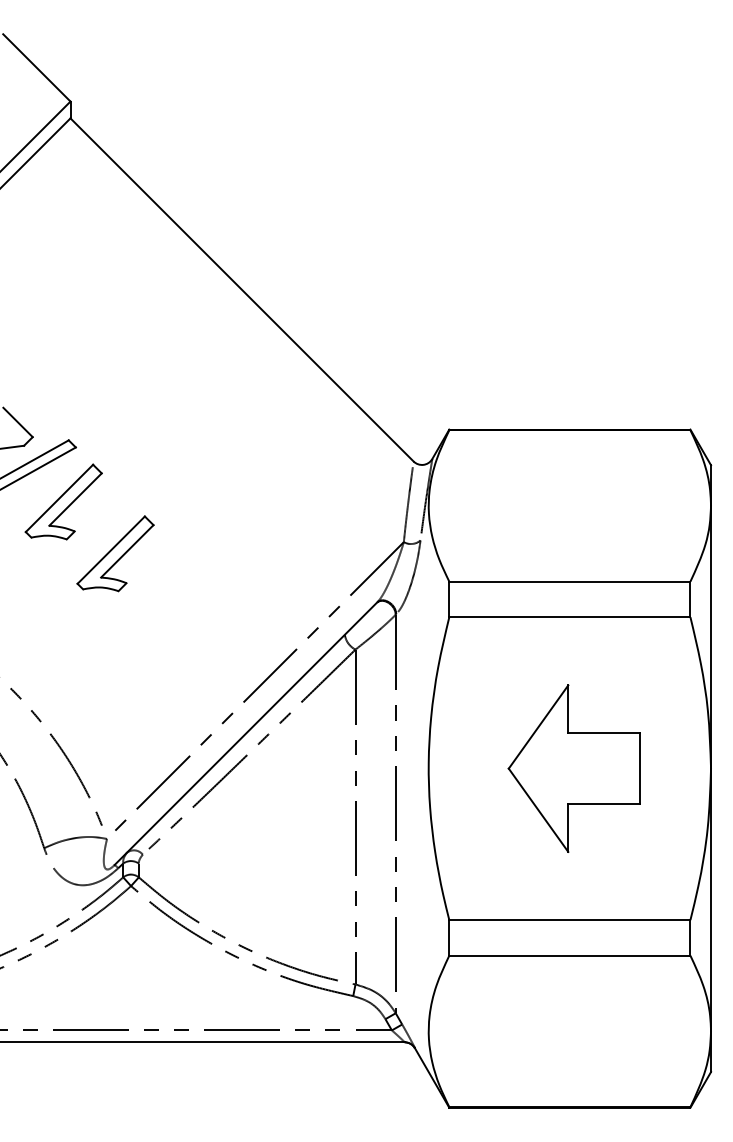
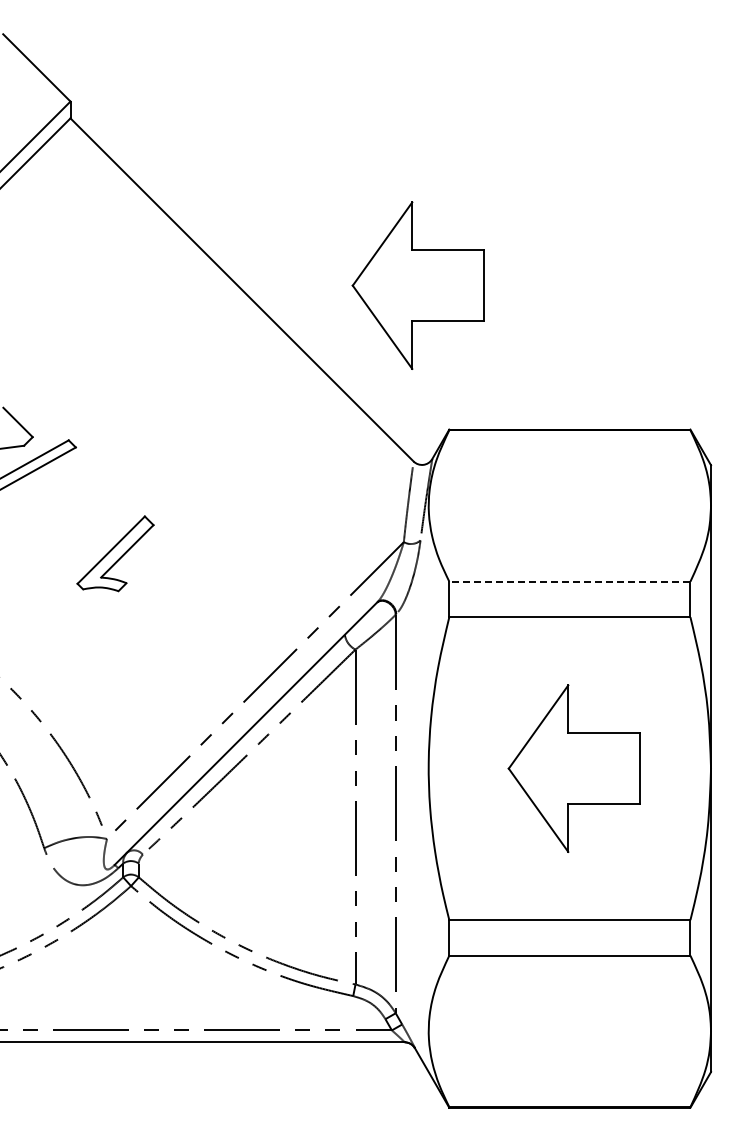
part at (417, 285): none -> present
part at (63, 501): present -> none
line at (569, 581): solid -> dashed
